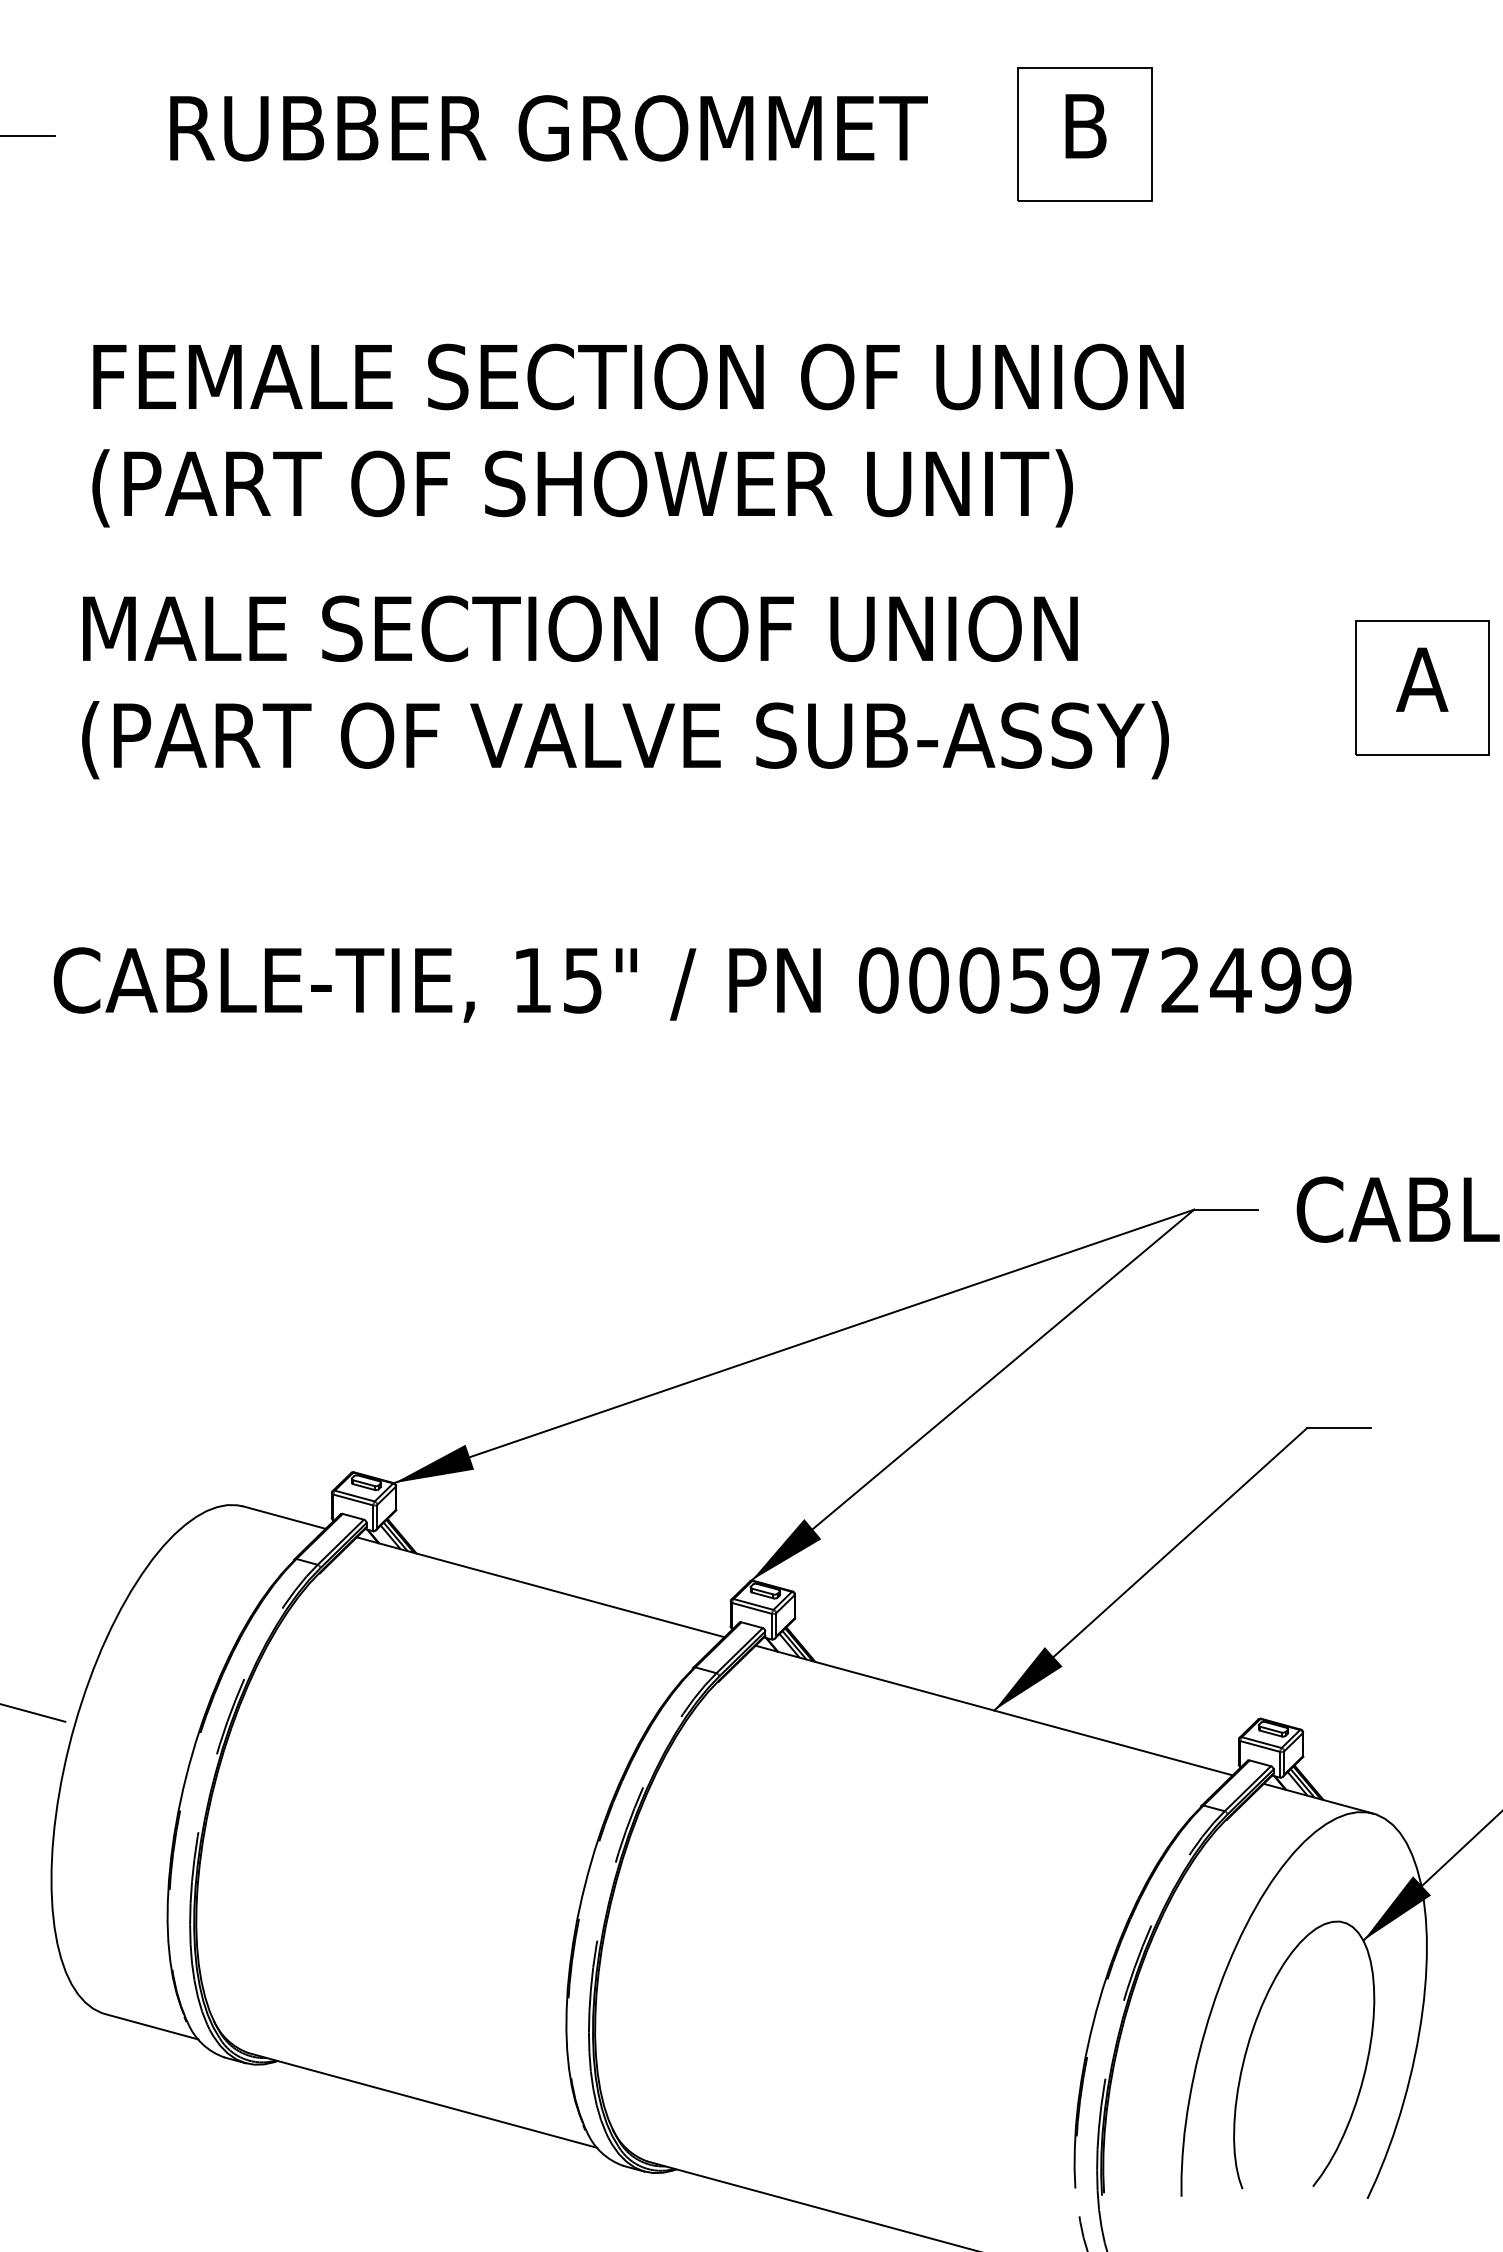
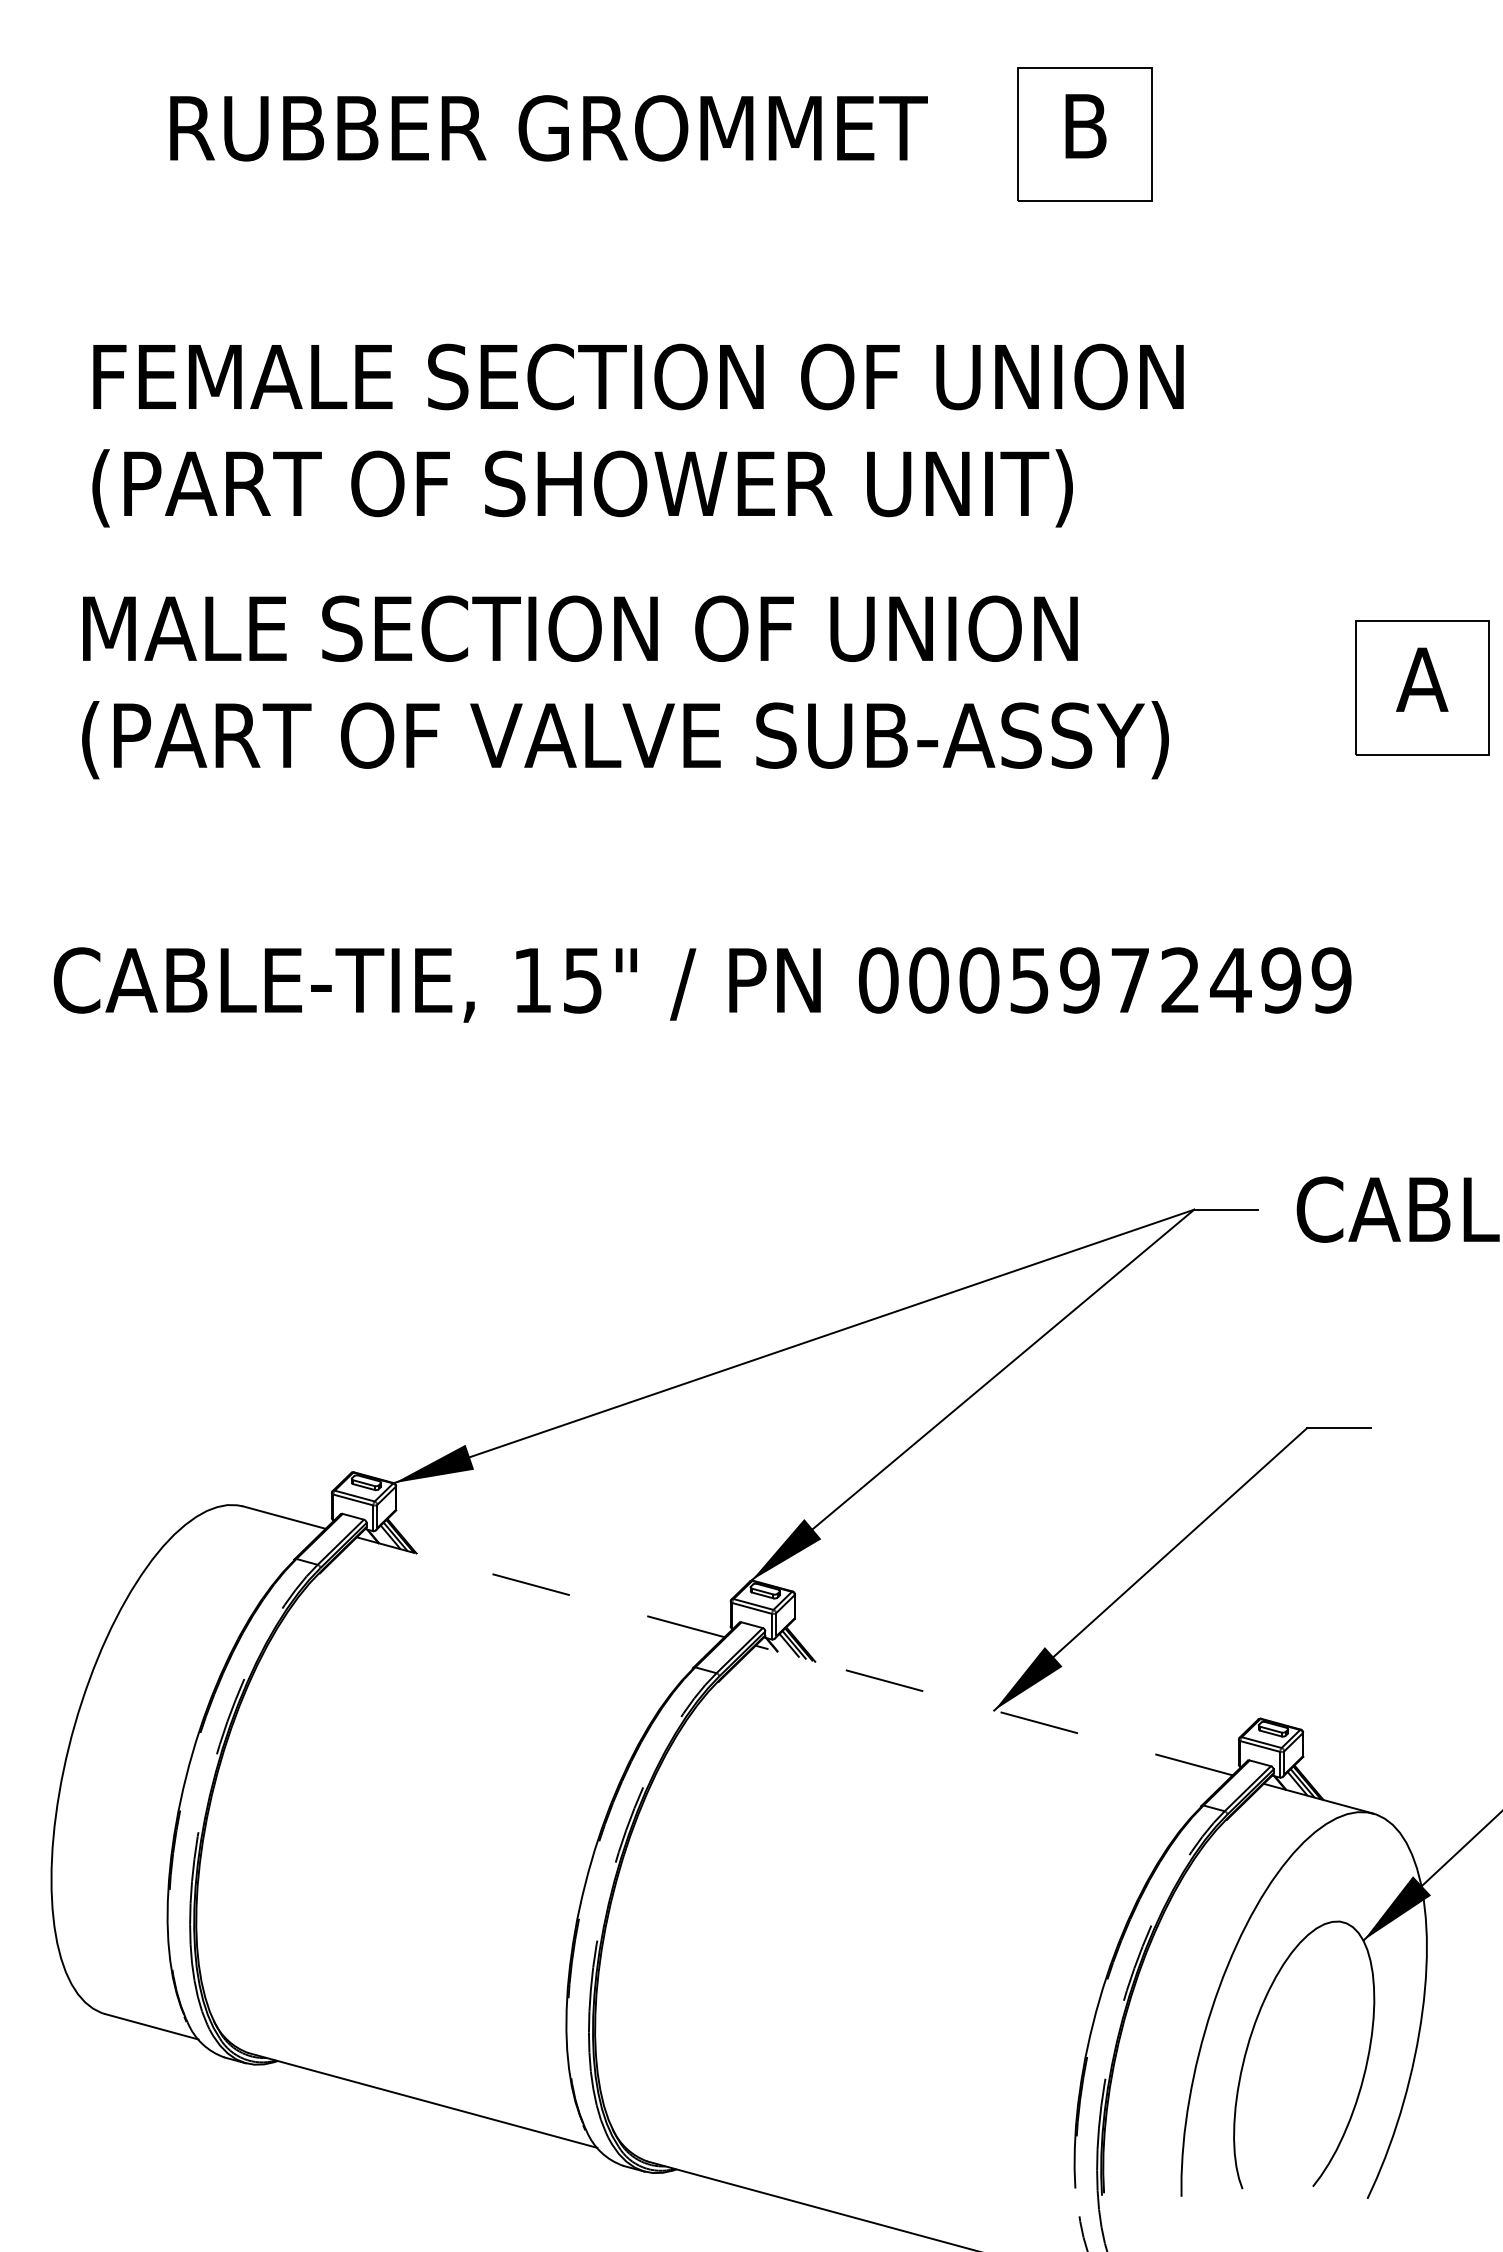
line at (28, 136): present -> none
line at (540, 1587): solid -> dashed
line at (993, 1710): solid -> dashed
line at (38, 1714): present -> none
